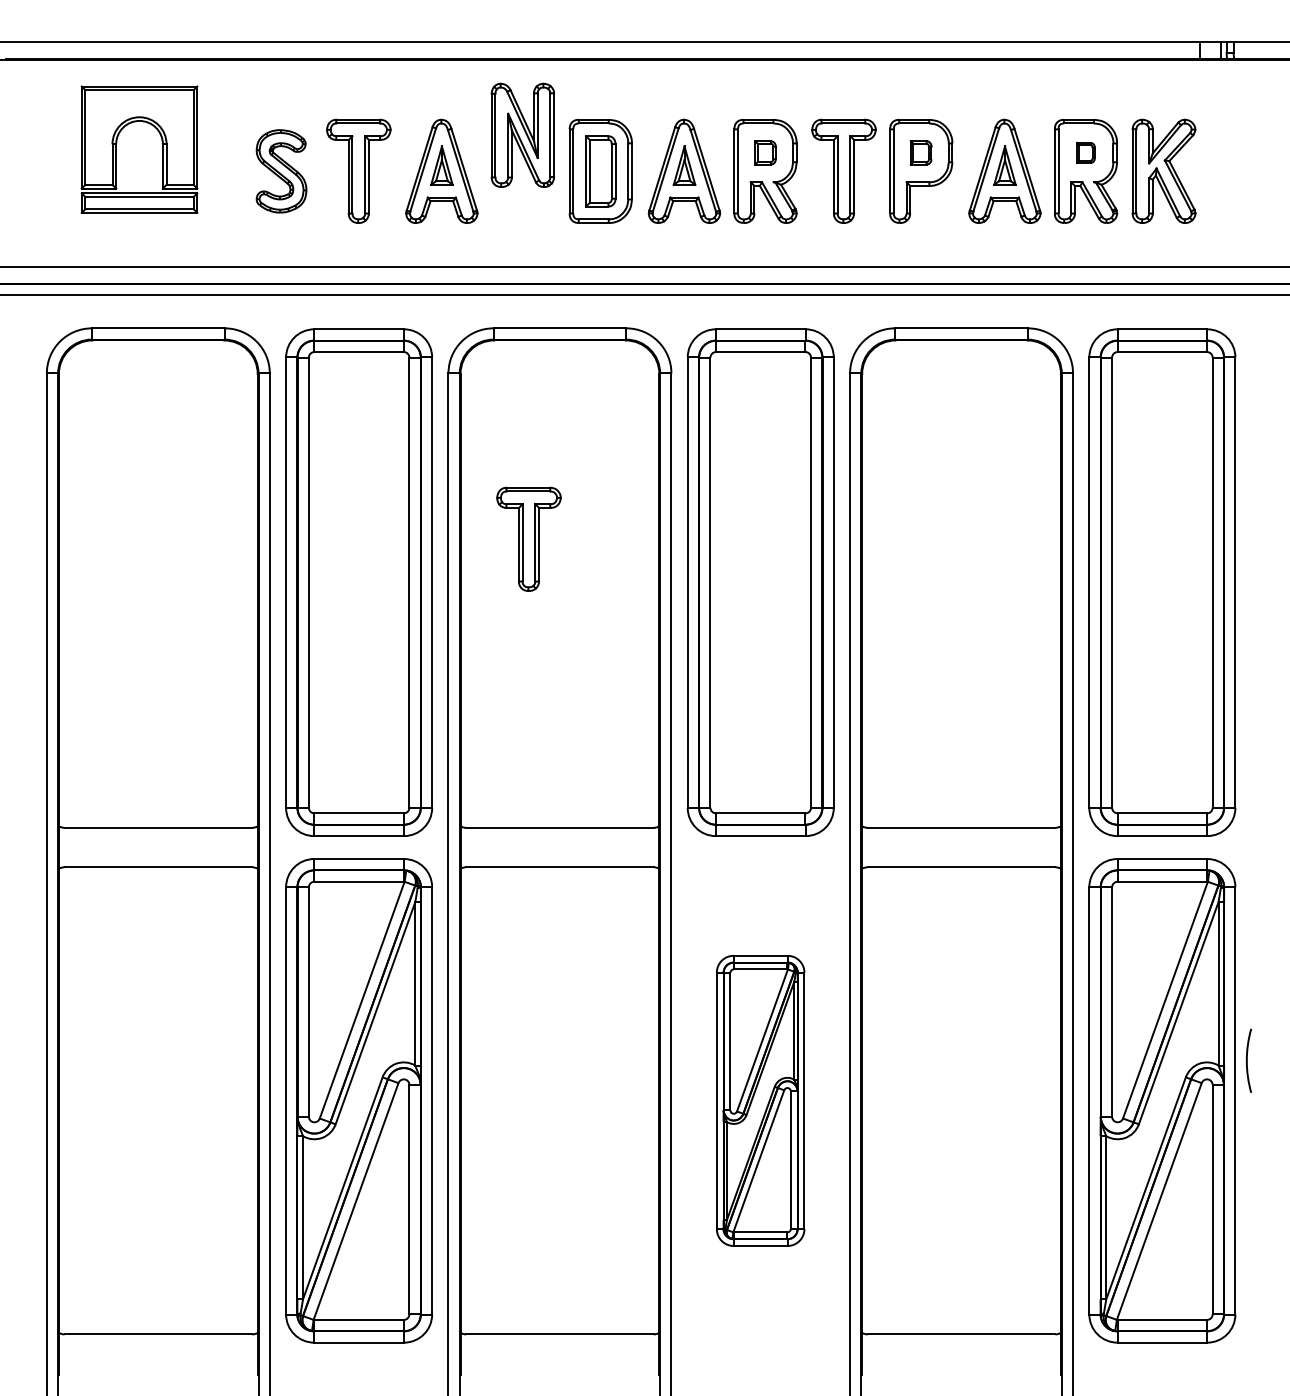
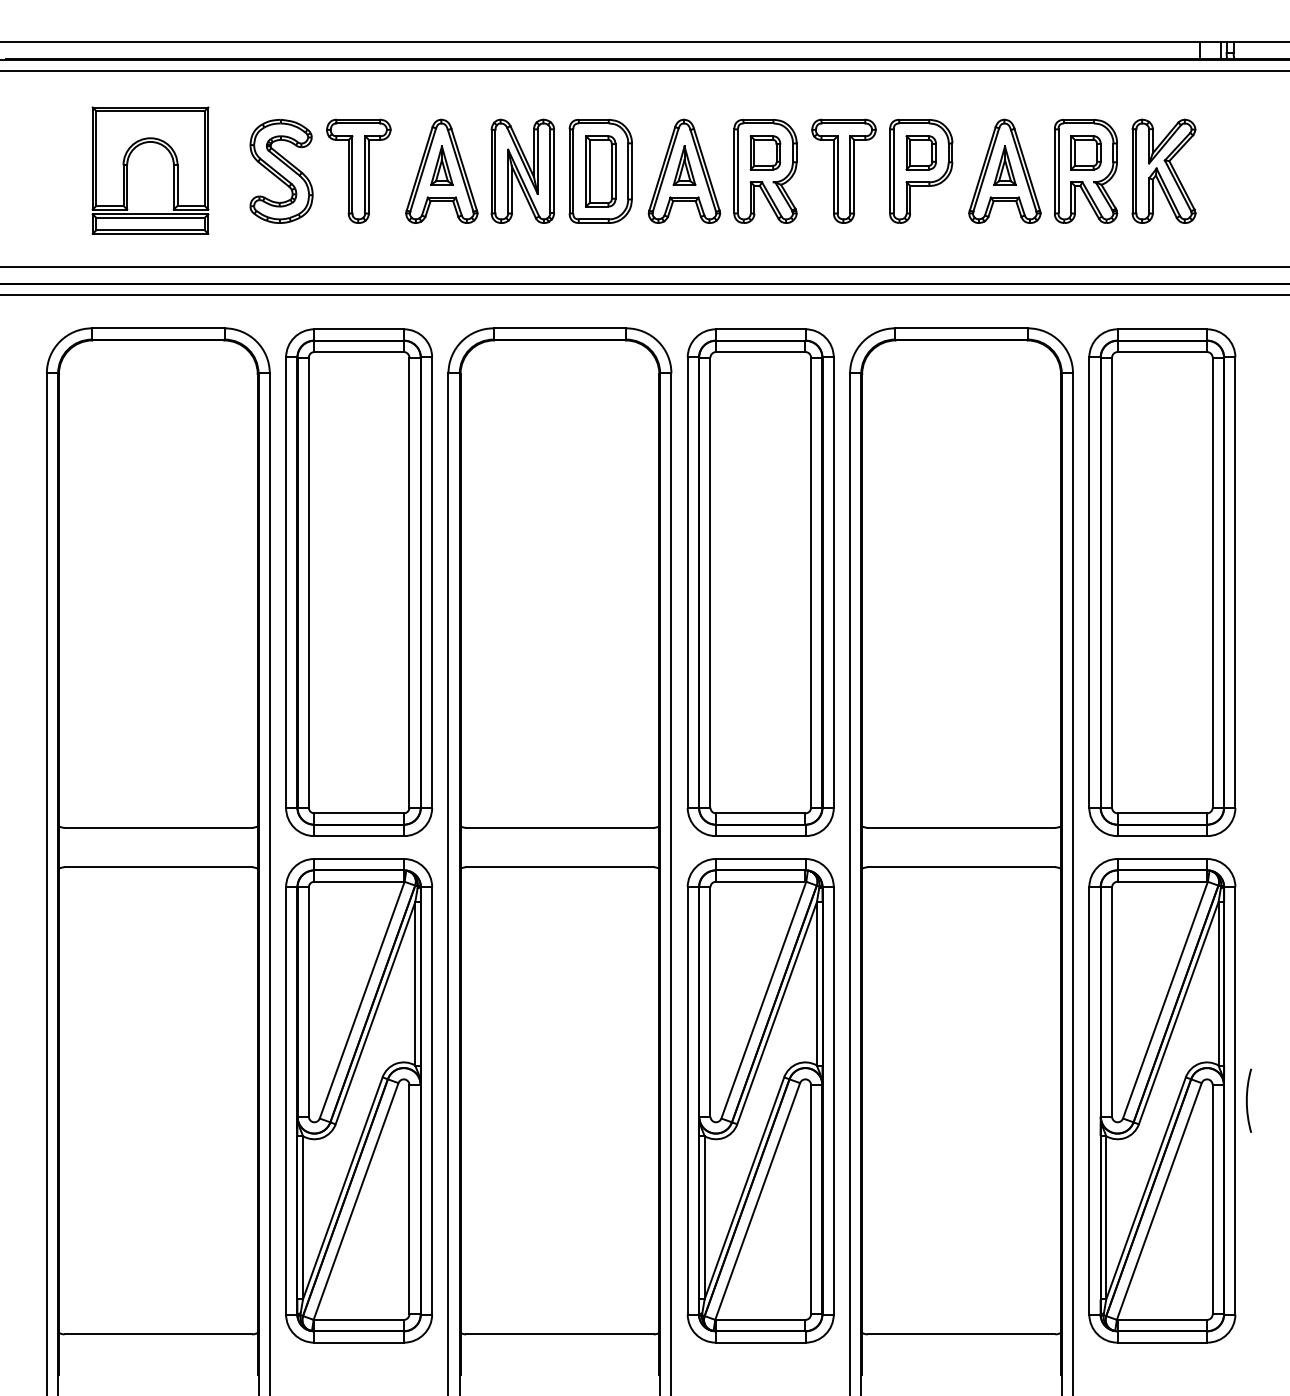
line at (644, 71): none -> present
part at (522, 134) position: (522, 134) -> (522, 170)
part at (117, 143) position: (117, 143) -> (128, 164)
part at (765, 152) size: 23x26 px -> 33x36 px
part at (920, 152) size: 24x26 px -> 32x36 px
part at (1085, 152) size: 20x23 px -> 32x36 px
part at (281, 171) size: 53x85 px -> 65x106 px
part at (528, 538): present -> none
arc at (1247, 1060) position: (1247, 1060) -> (1247, 1100)
part at (760, 1100) size: 90x292 px -> 149x486 px
